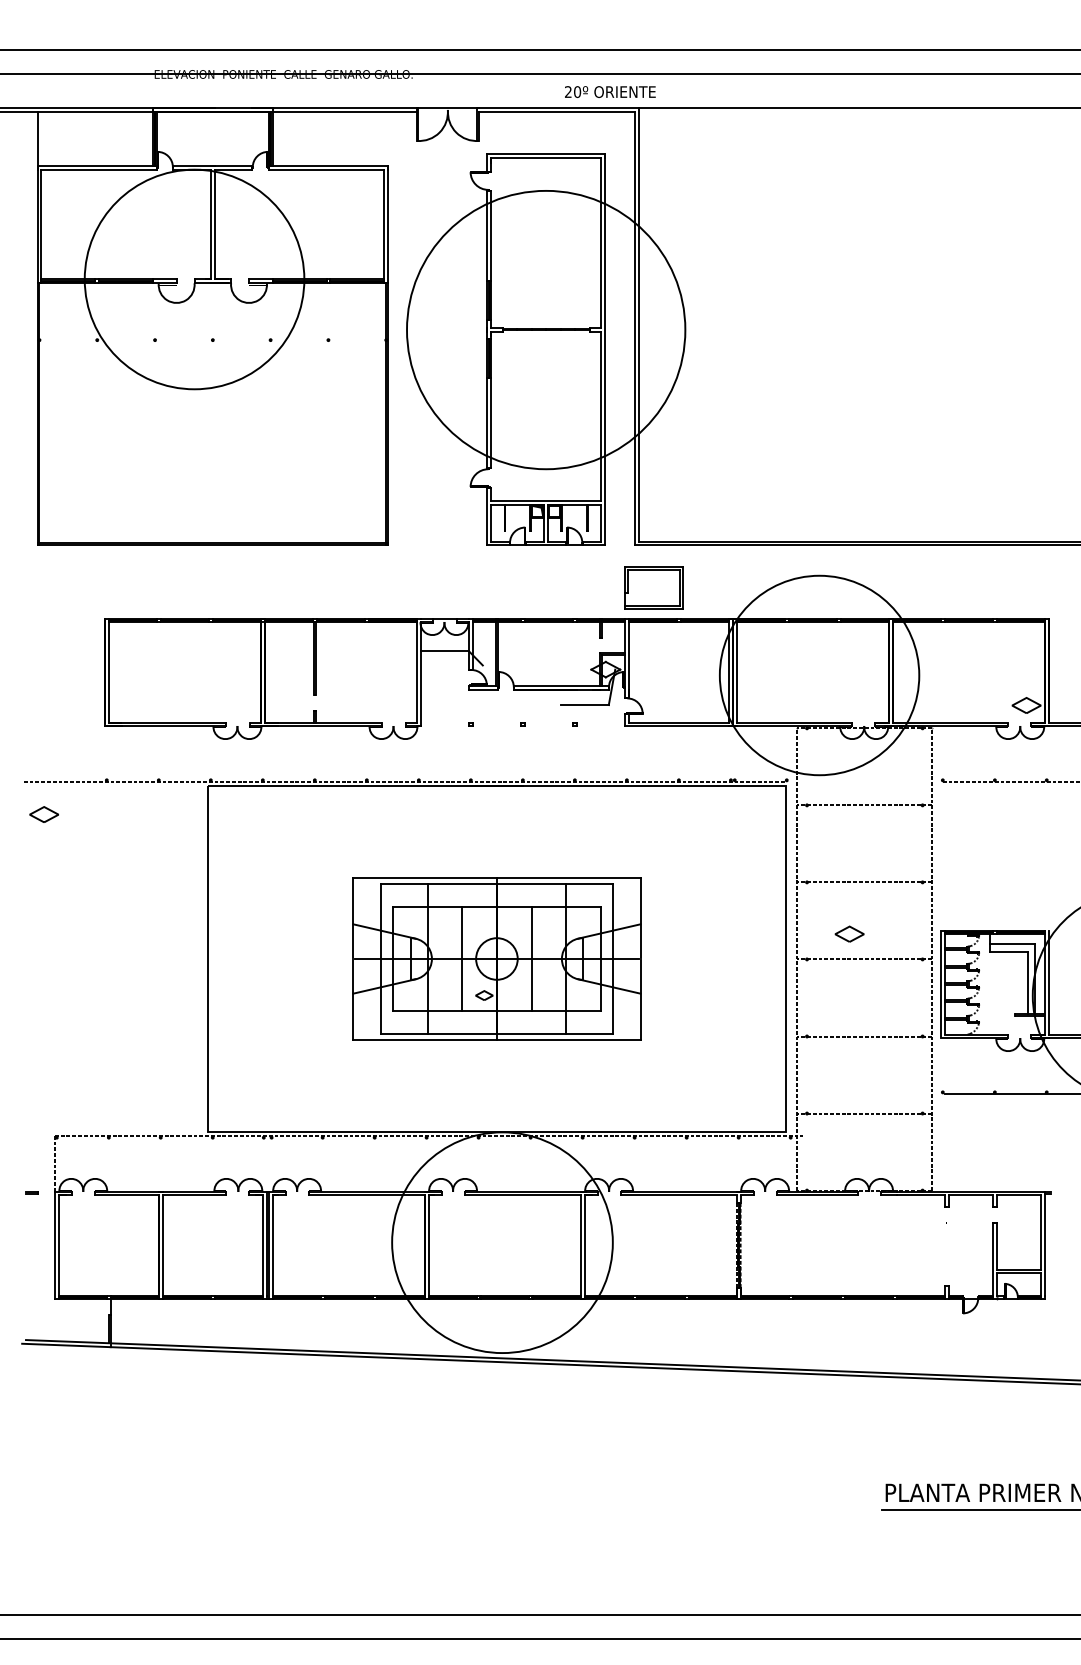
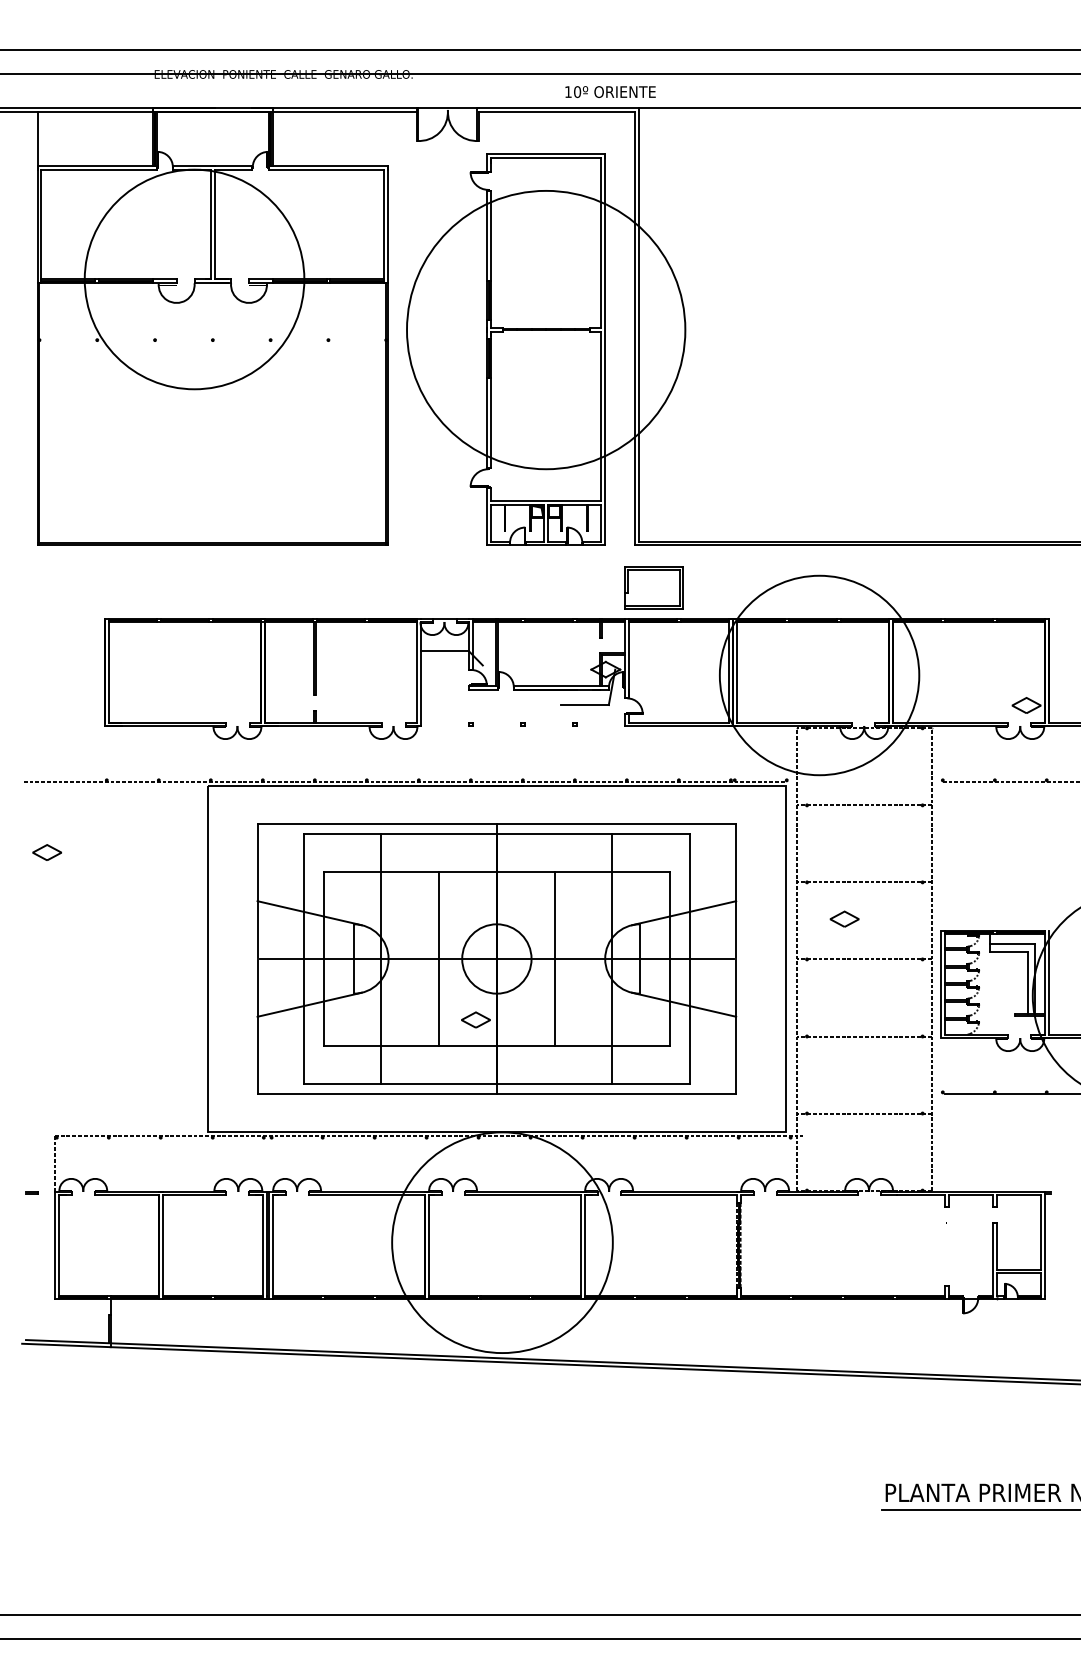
text at (568, 91): 20º -> 10º
part at (43, 814) position: (43, 814) -> (46, 852)
part at (849, 933) position: (849, 933) -> (844, 918)
part at (496, 958) size: 290x164 px -> 482x272 px
